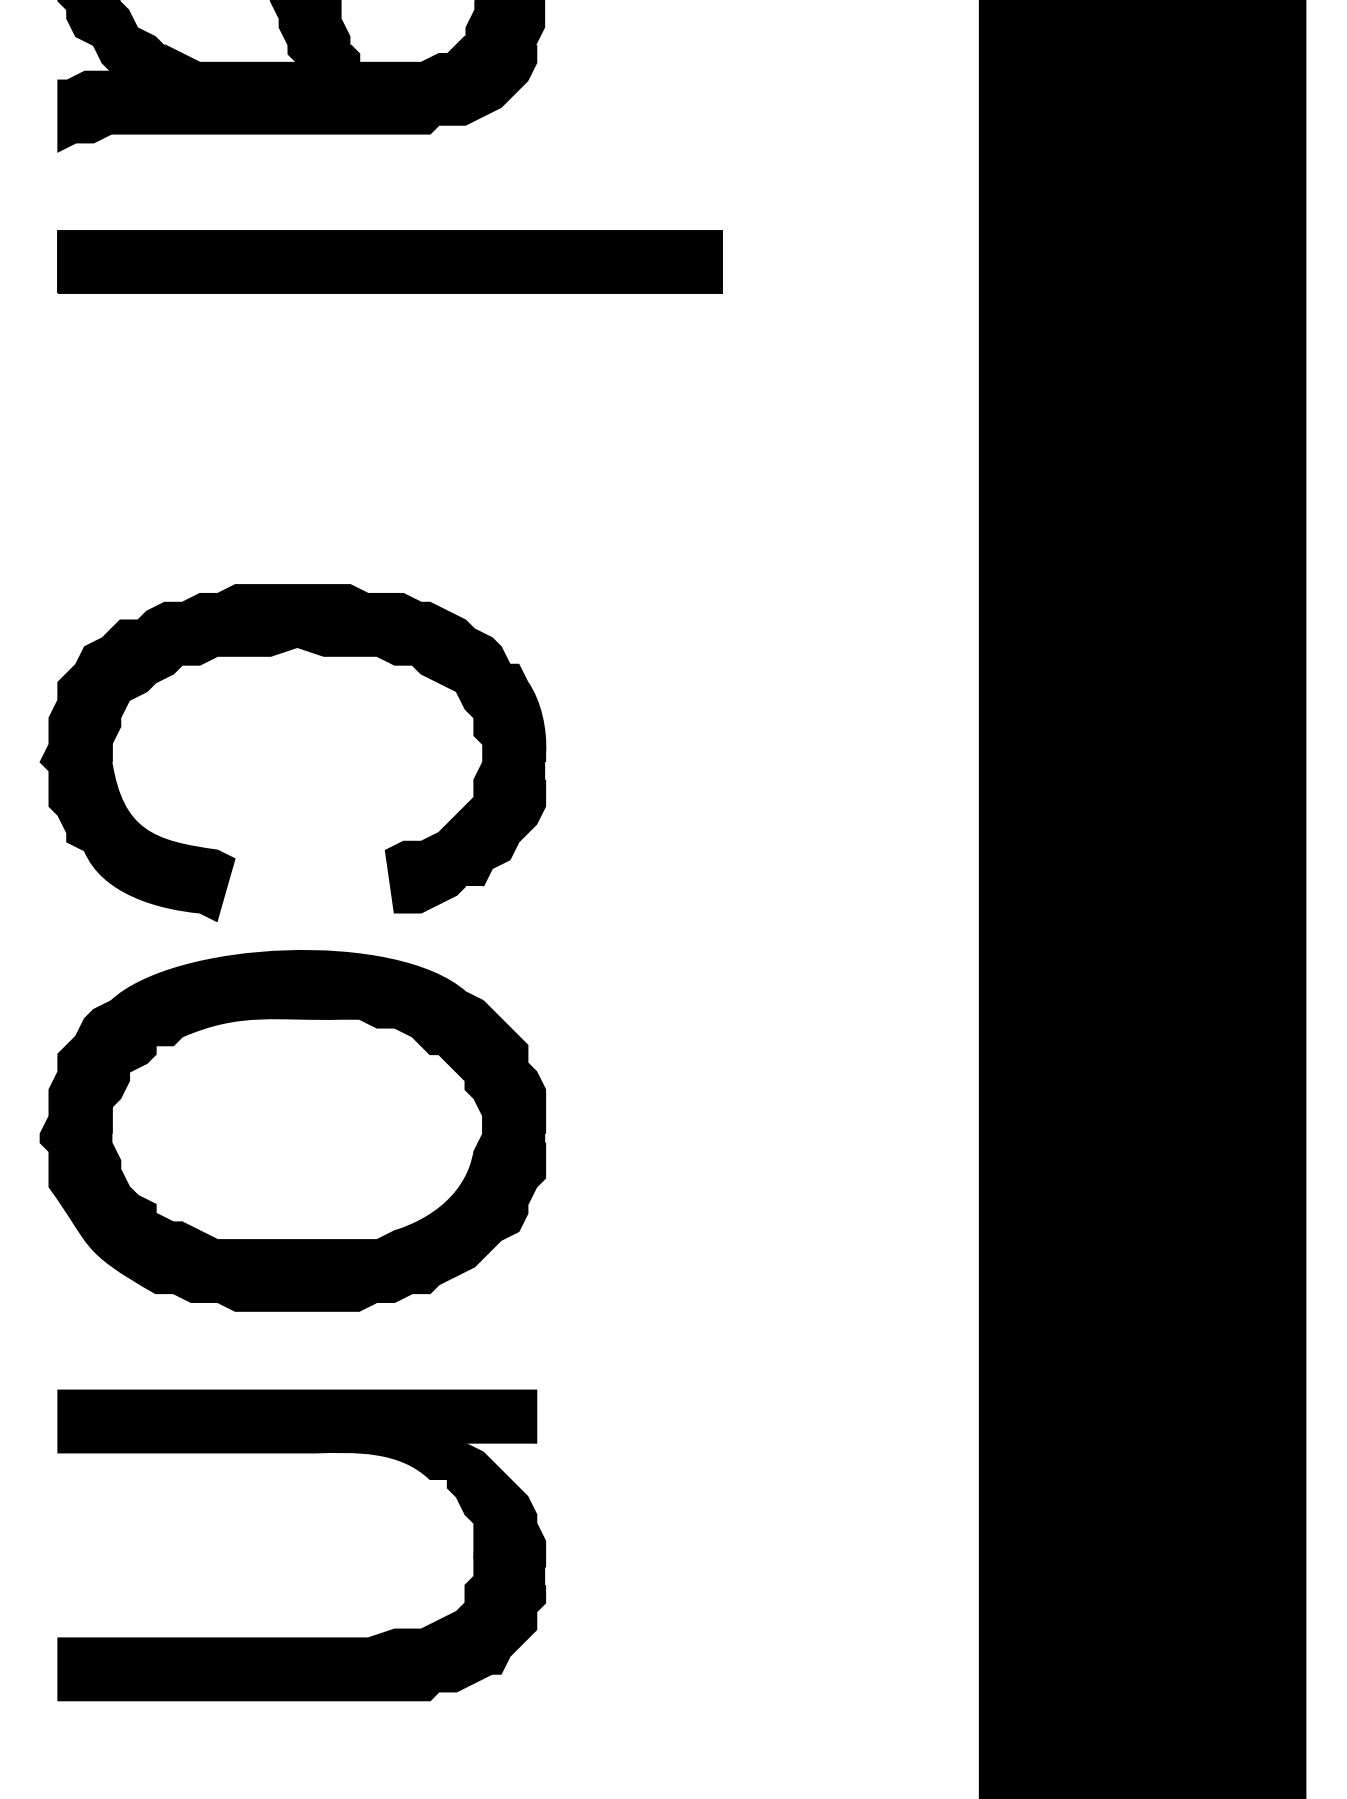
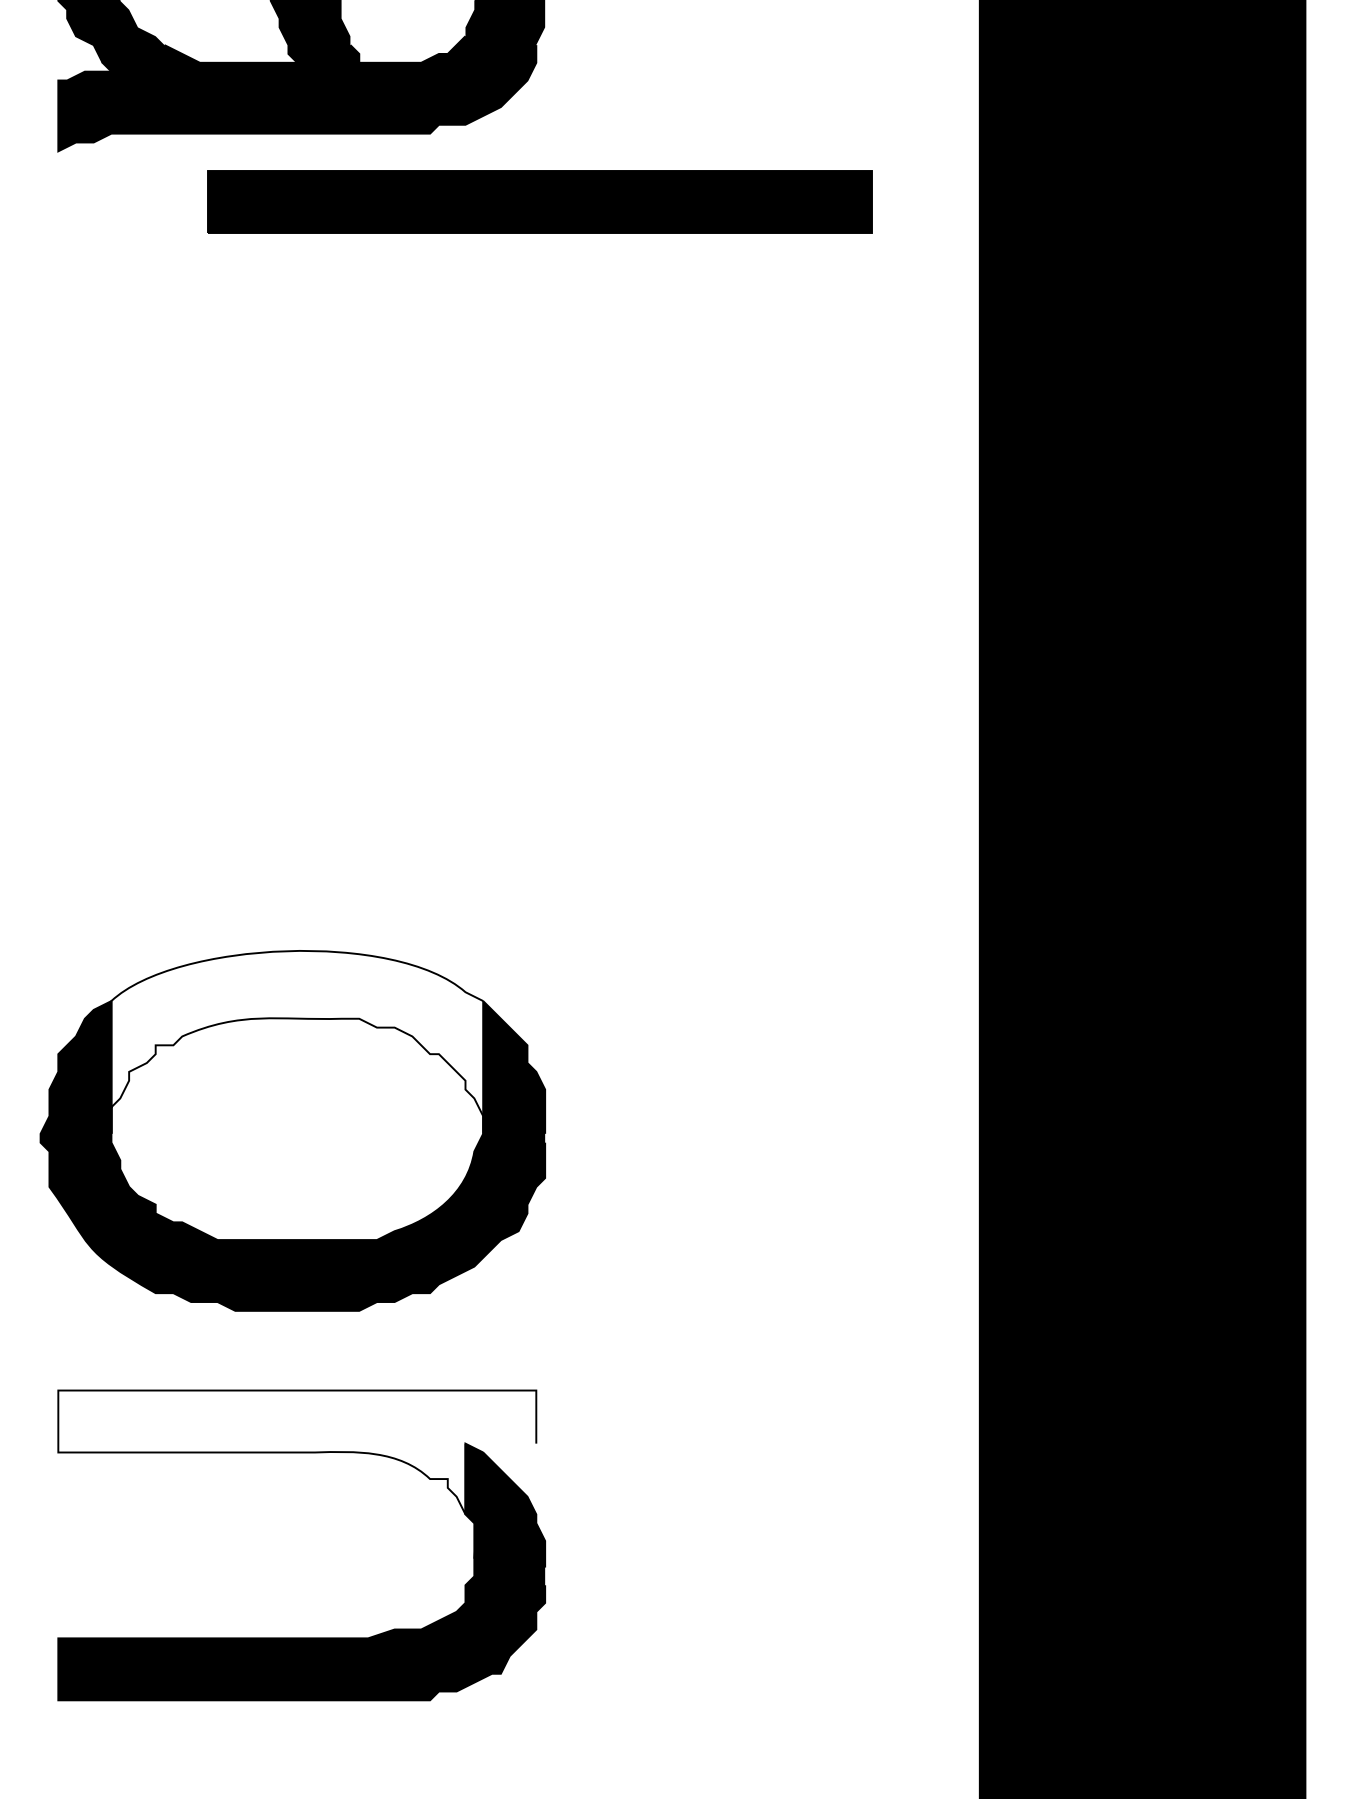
part at (389, 261) position: (389, 261) -> (539, 201)
part at (272, 656): present -> none
fill at (297, 1042): present -> none
fill at (297, 1452): present -> none
